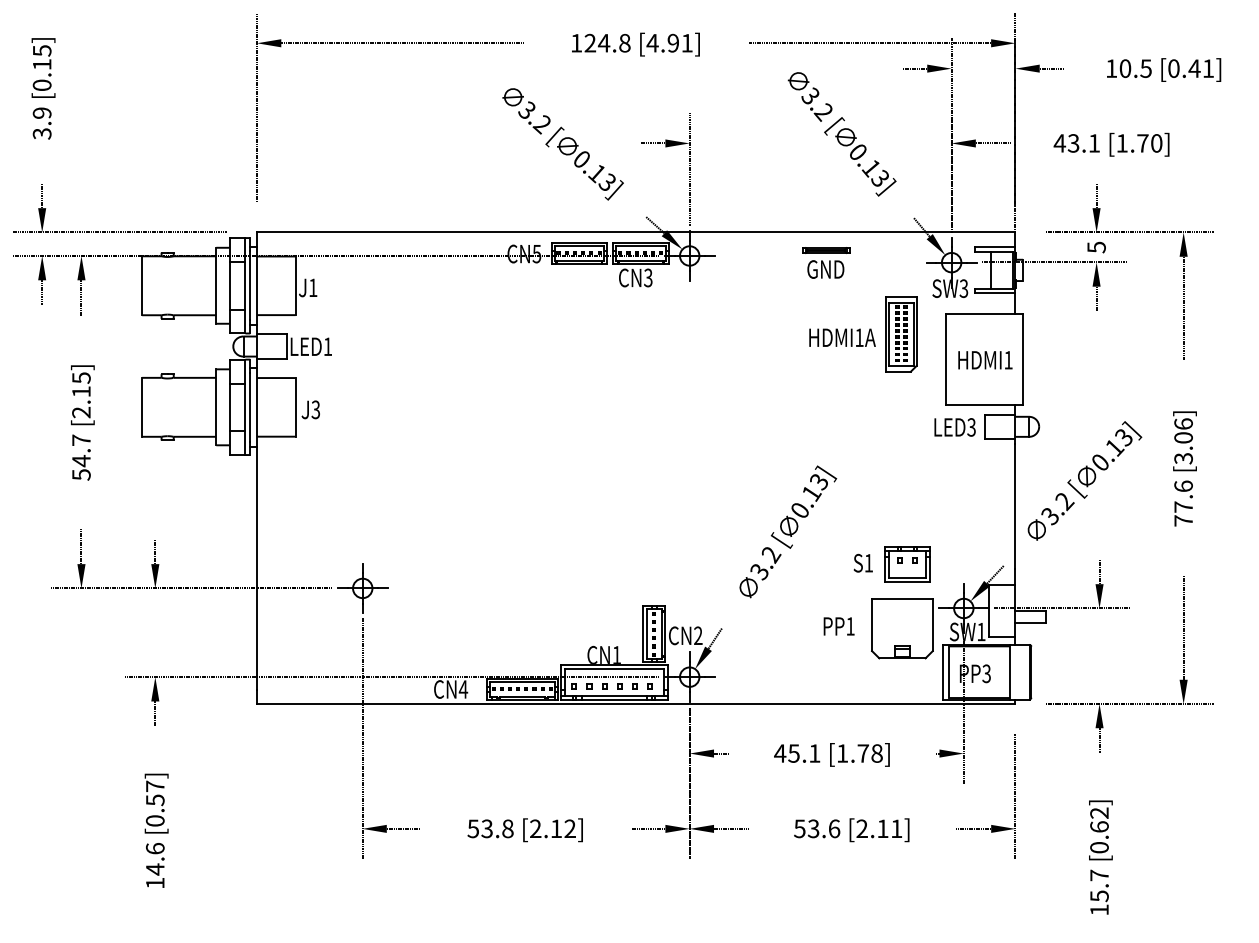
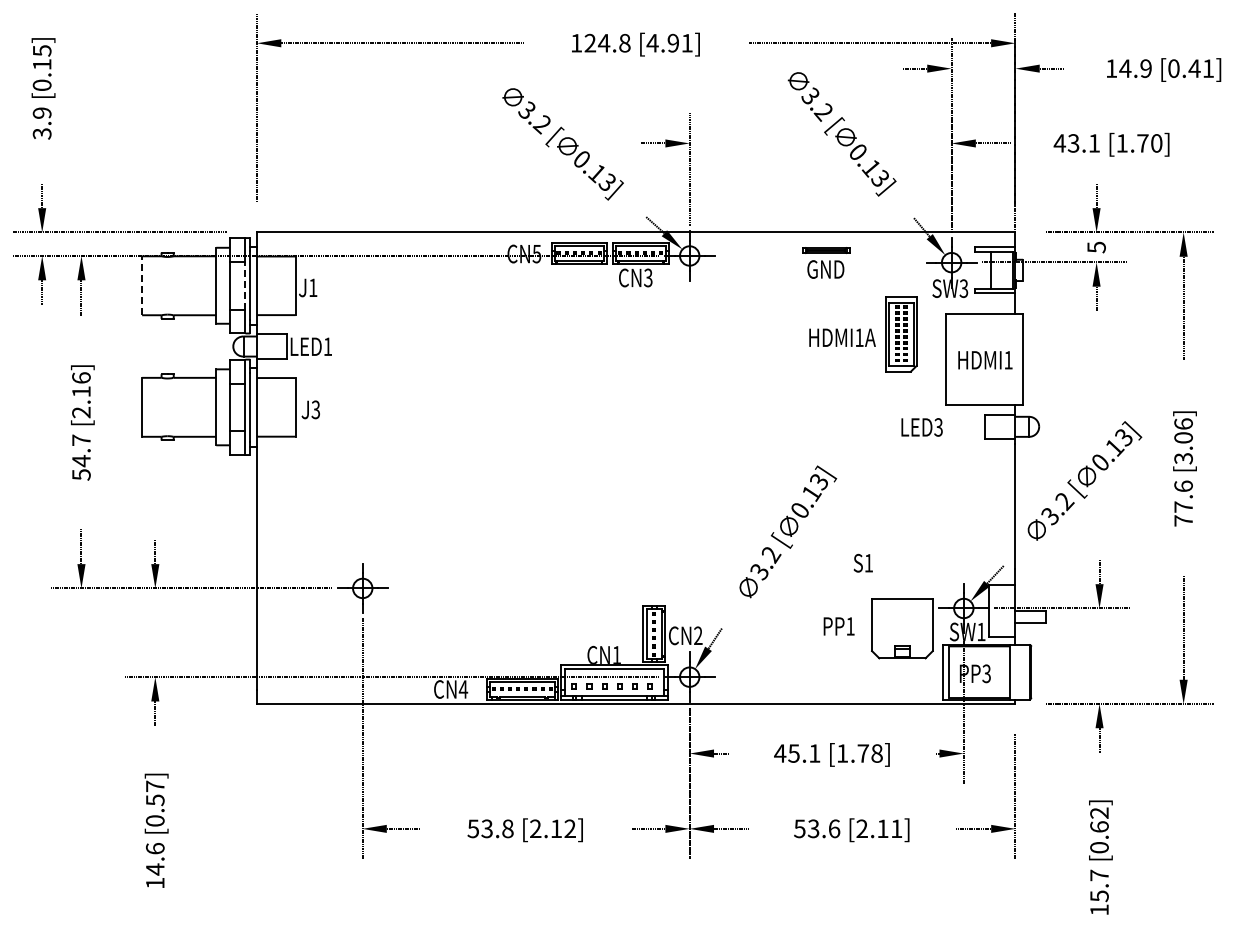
text at (1135, 68): 10.5 -> 14.9
line at (142, 285): solid -> dashed
line at (245, 285): solid -> dashed
text at (81, 377): [2.15] -> [2.16]
text at (954, 427) position: (954, 427) -> (921, 427)
part at (907, 564): present -> none
